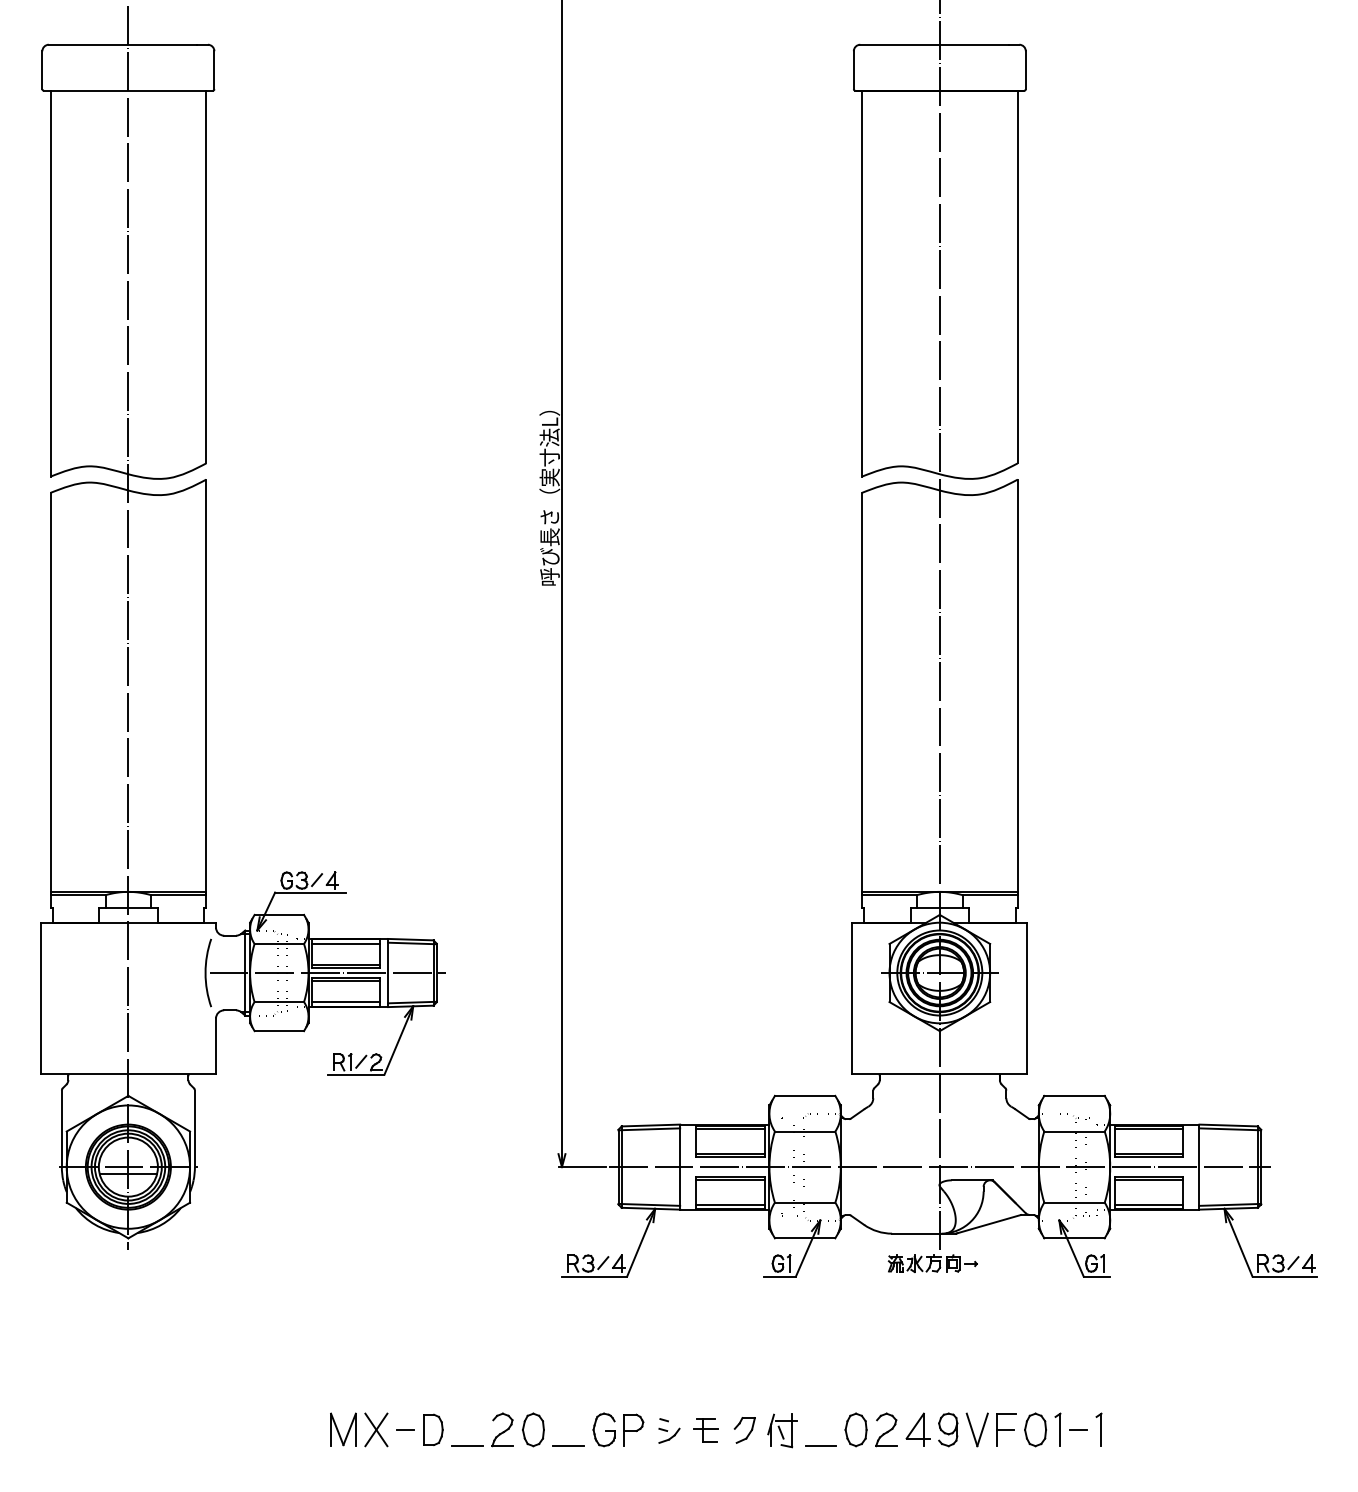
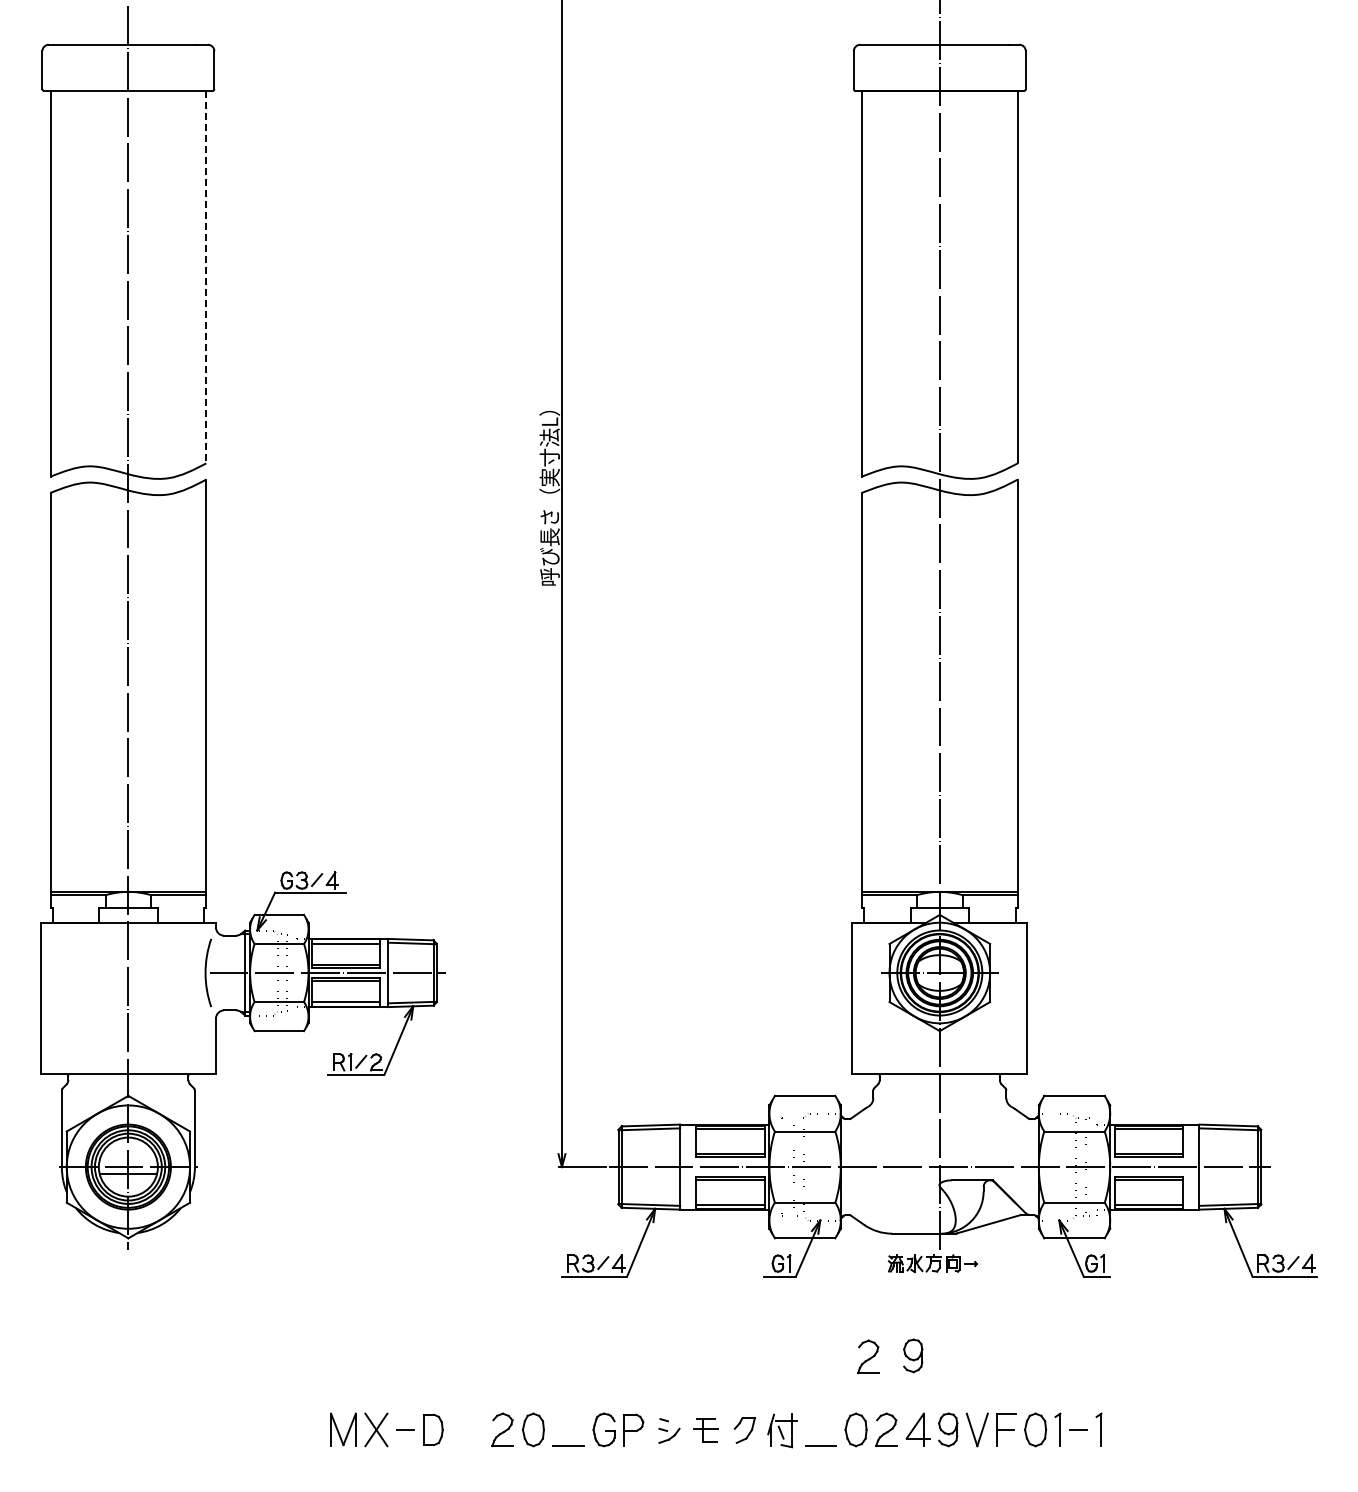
line at (206, 277): solid -> dashed
part at (913, 1355): none -> present
part at (868, 1356): none -> present
line at (467, 1446): present -> none
